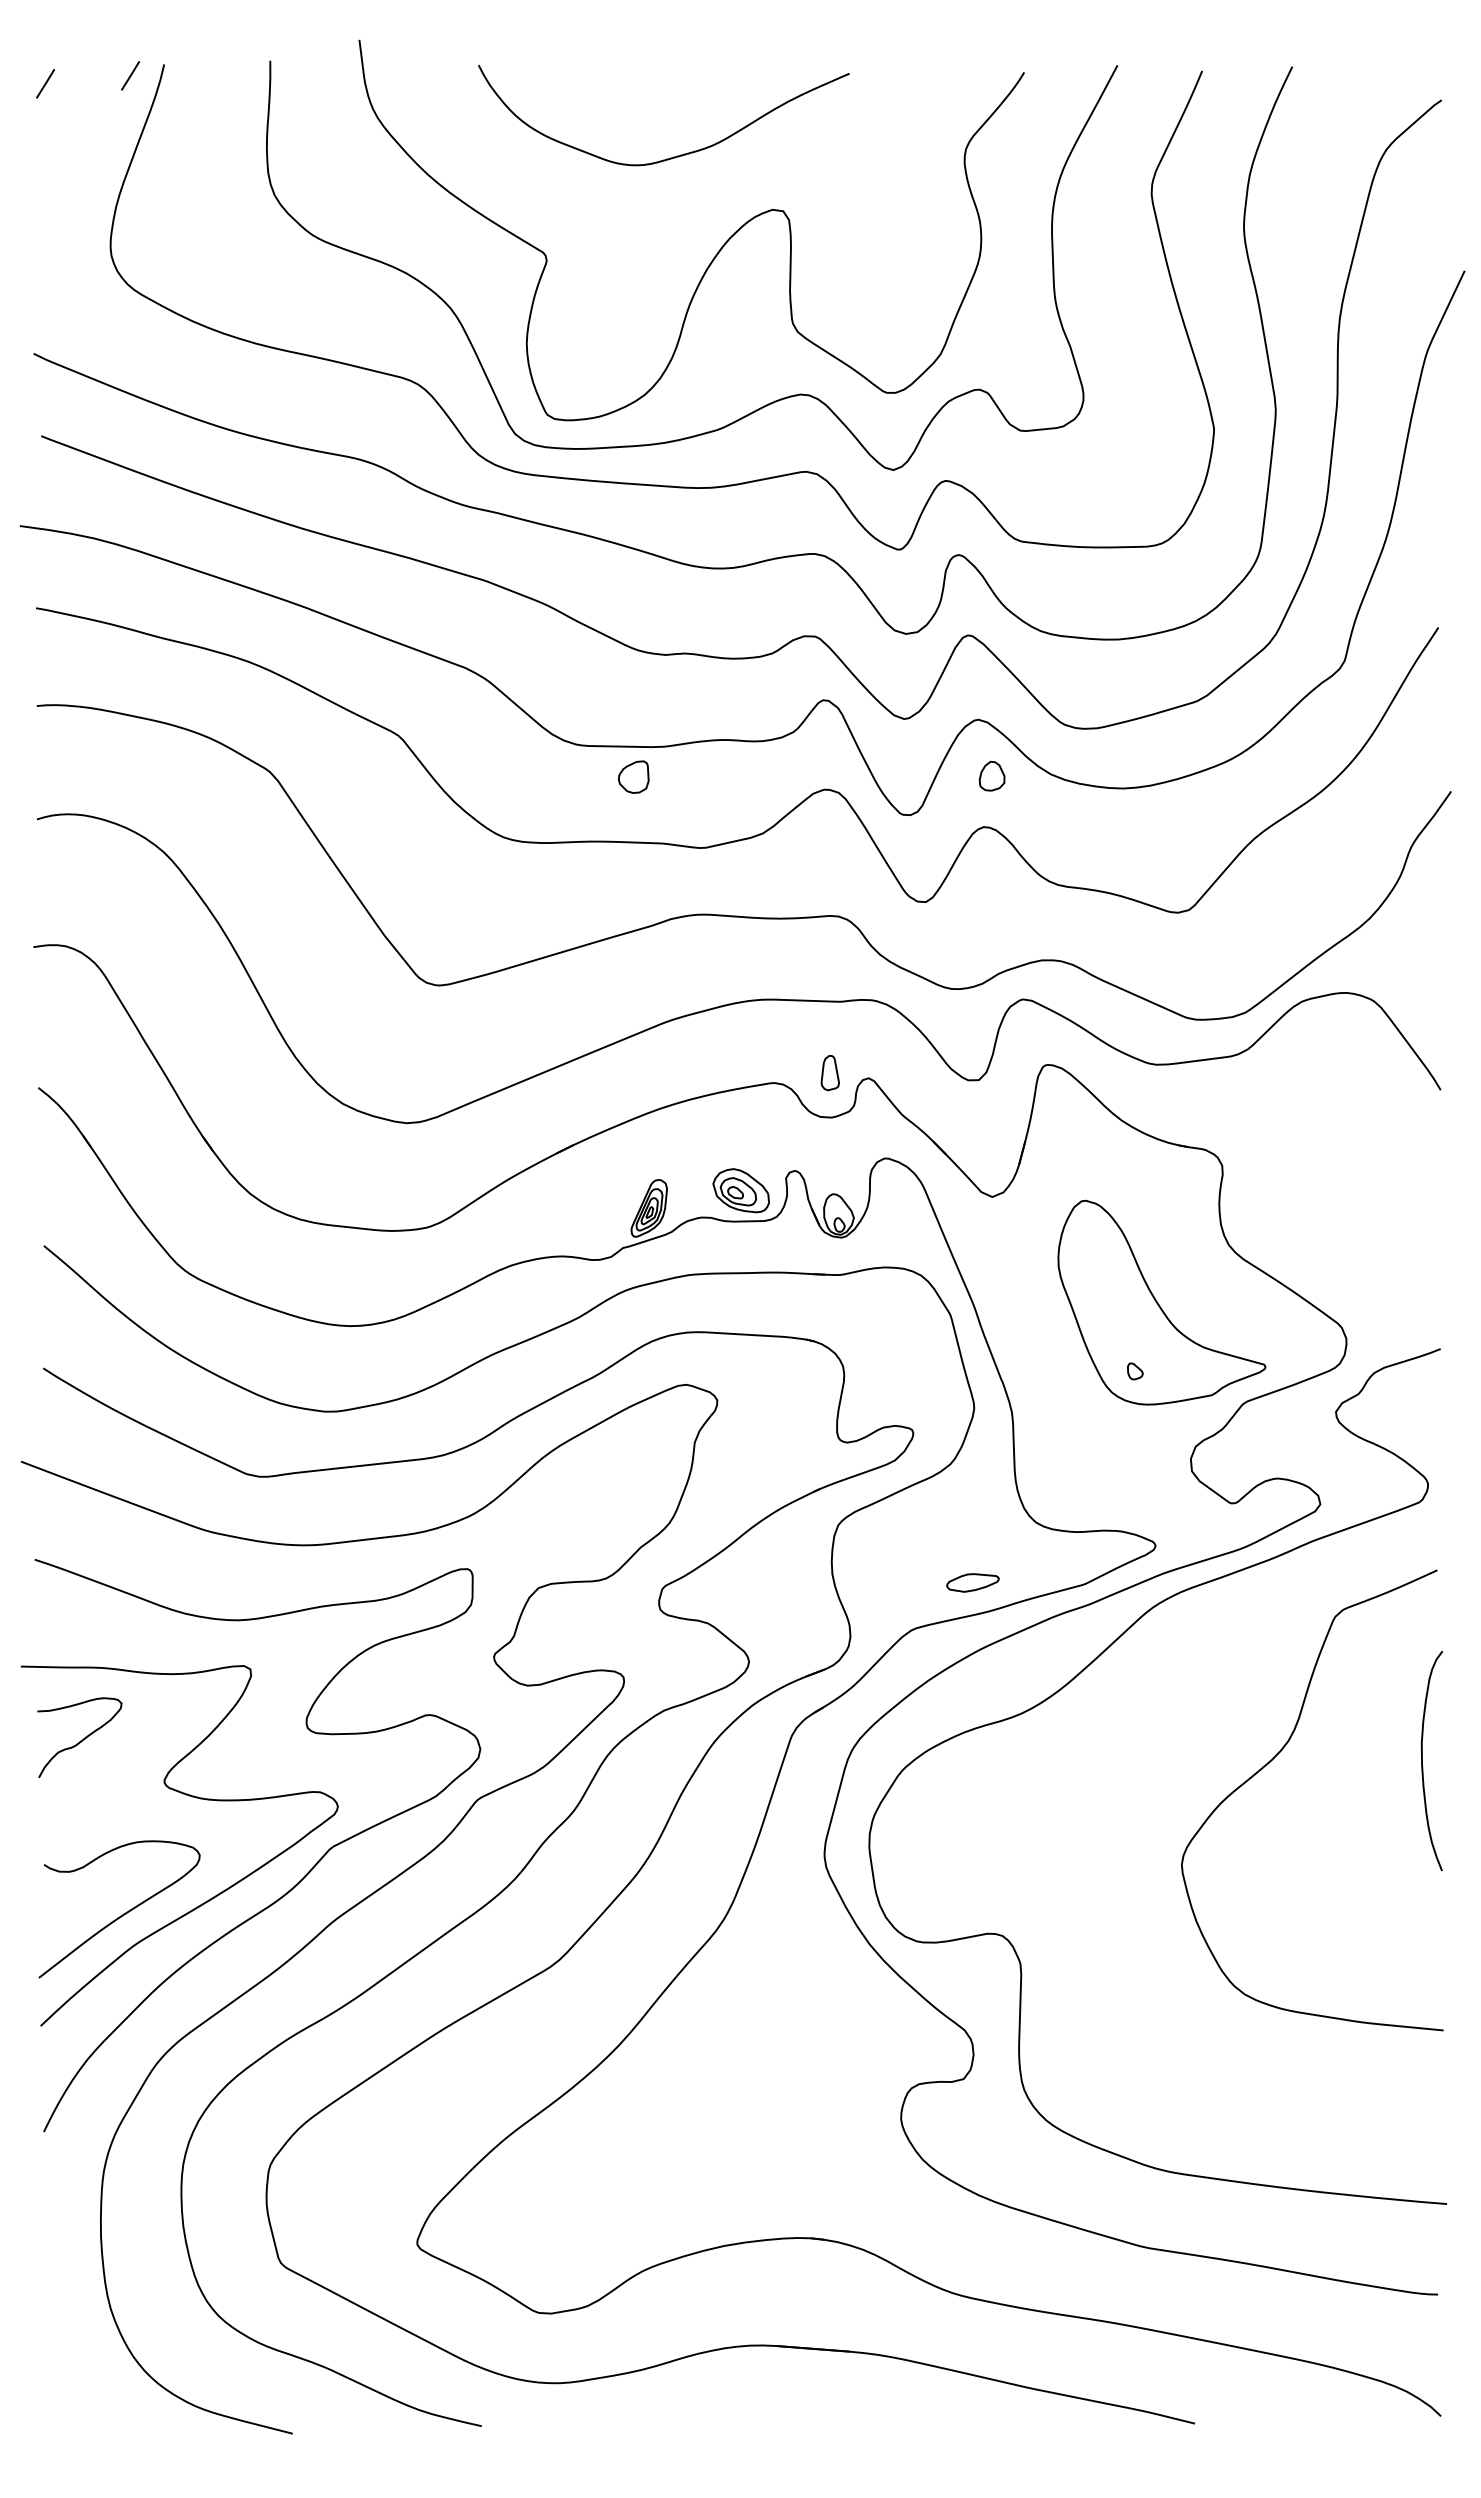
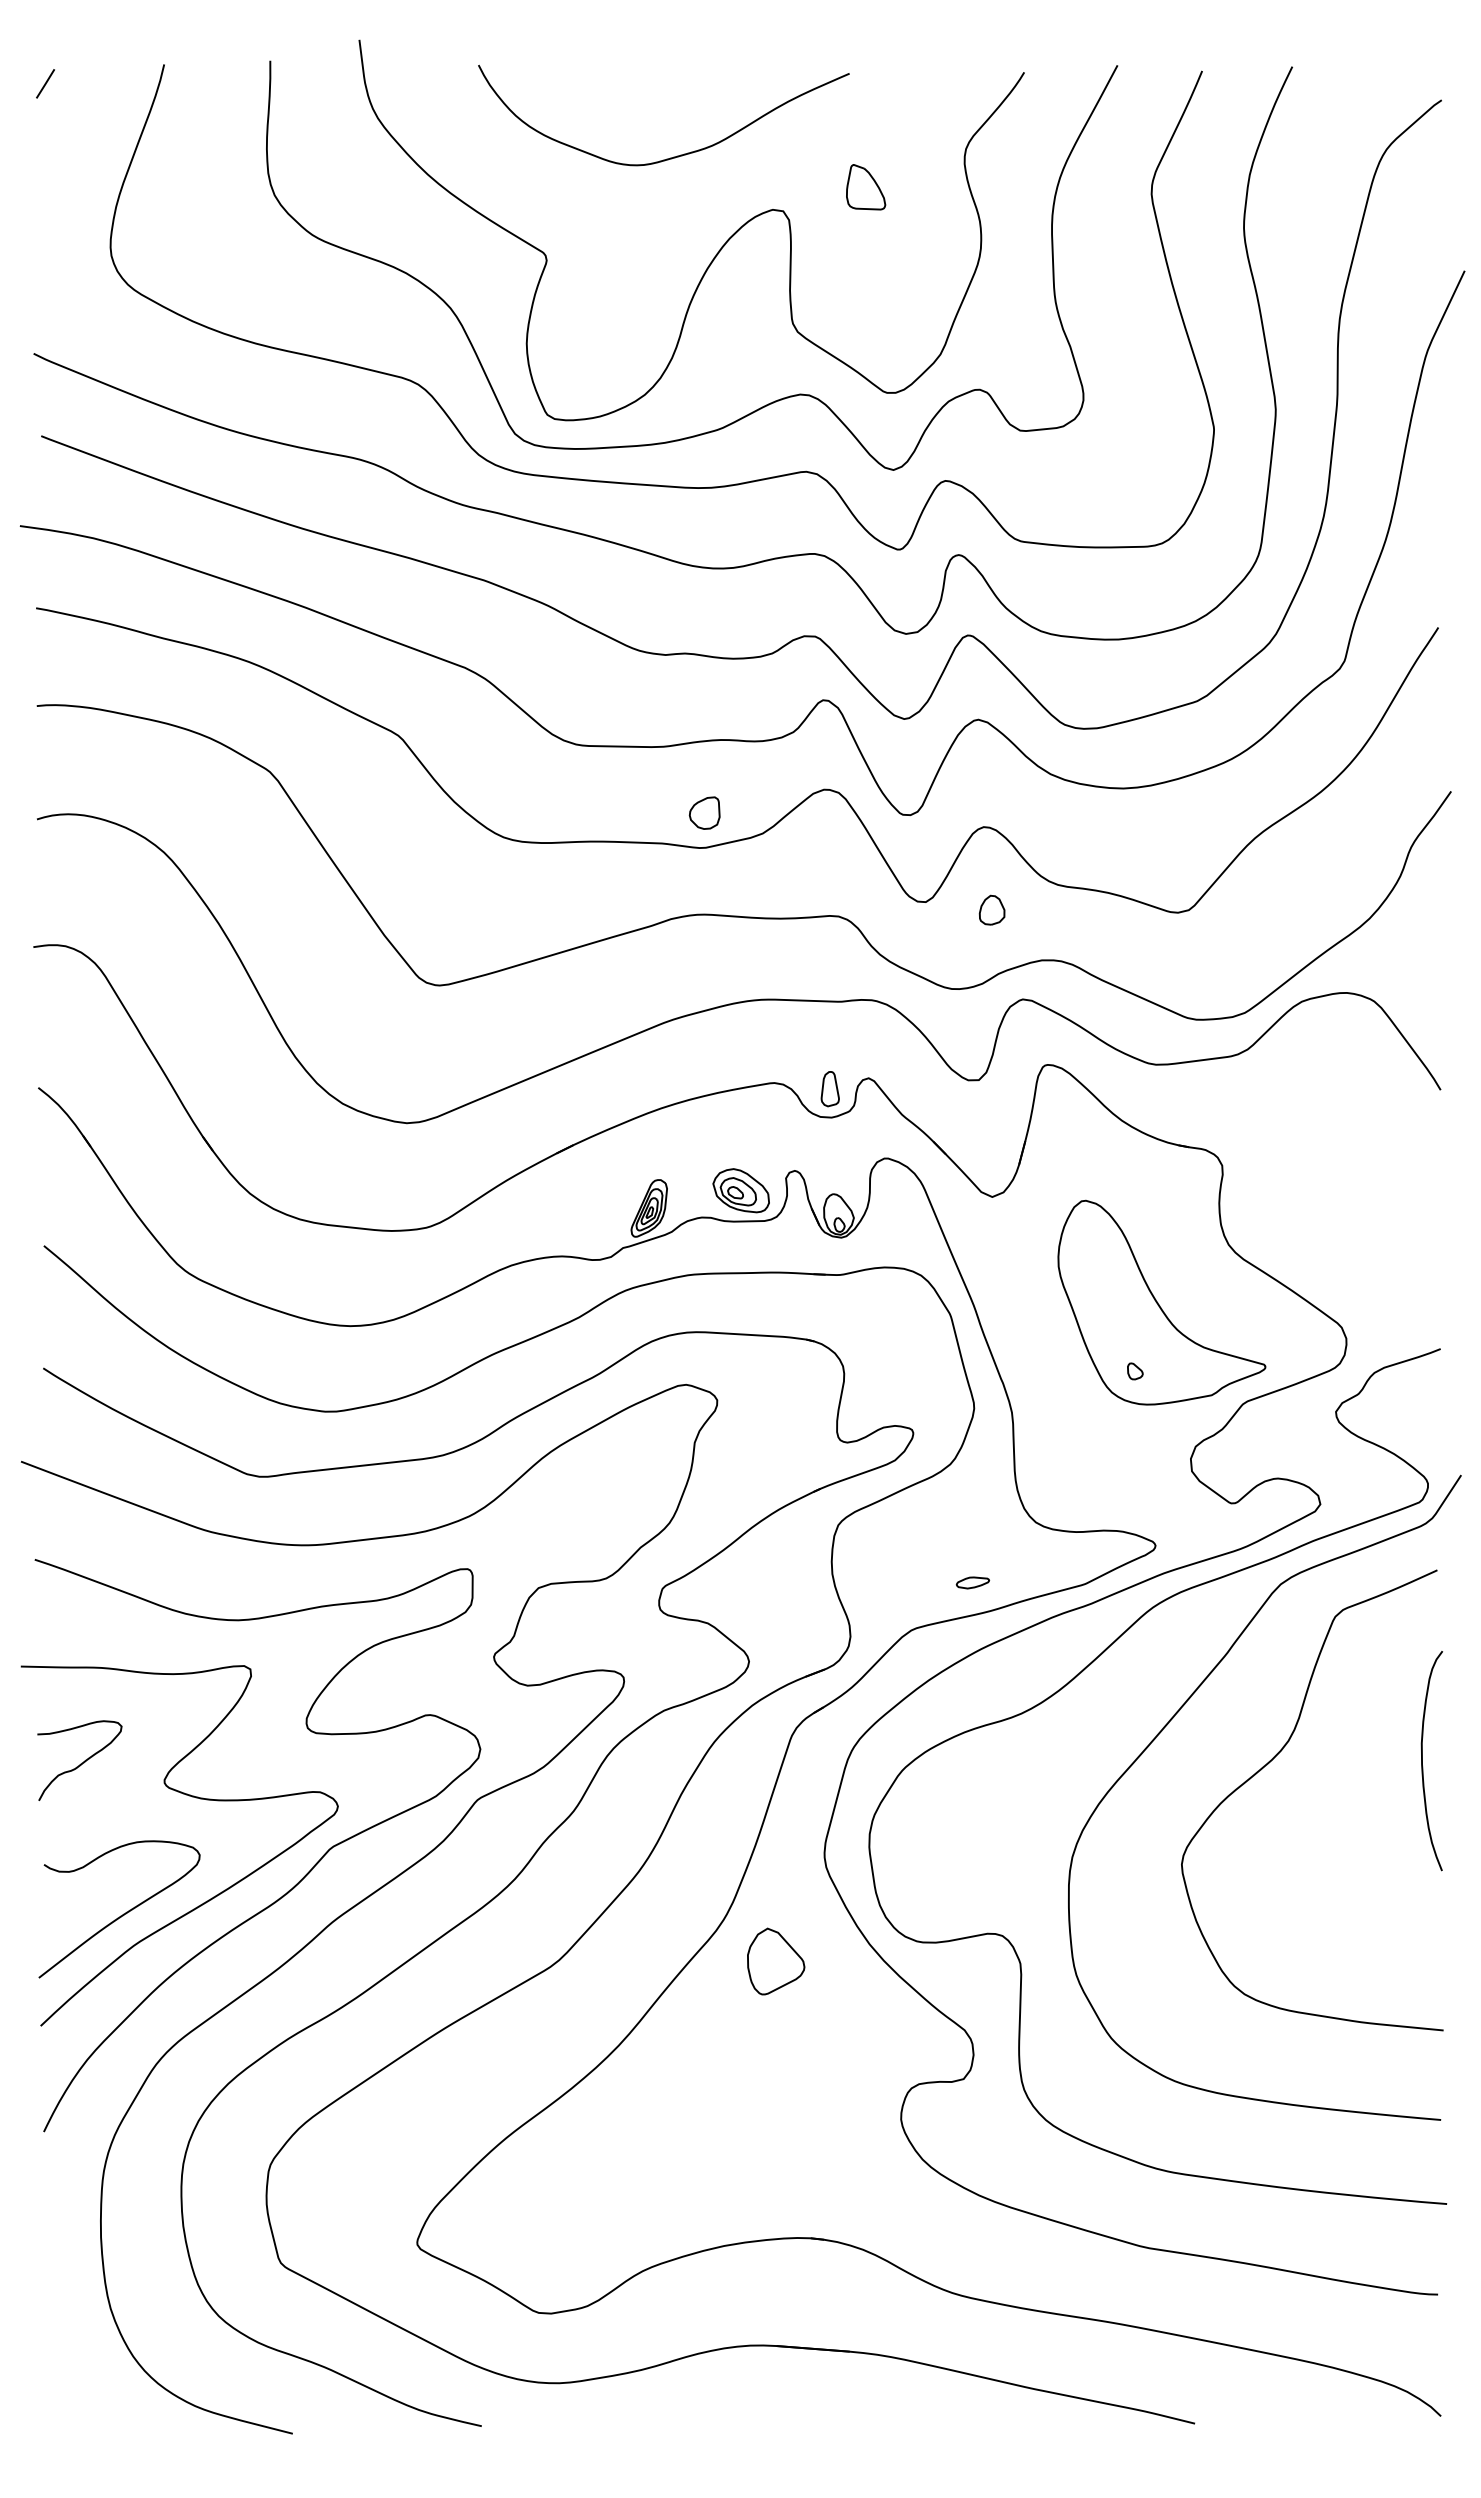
line at (130, 75): present -> none
part at (866, 187): none -> present
part at (991, 775) position: (991, 775) -> (991, 909)
part at (633, 776) position: (633, 776) -> (704, 812)
part at (829, 1073) position: (829, 1073) -> (829, 1089)
part at (972, 1582) size: 54x20 px -> 36x14 px
curve at (1174, 1717): none -> present
curve at (80, 1740) position: (80, 1740) -> (80, 1763)
part at (776, 1961): none -> present
